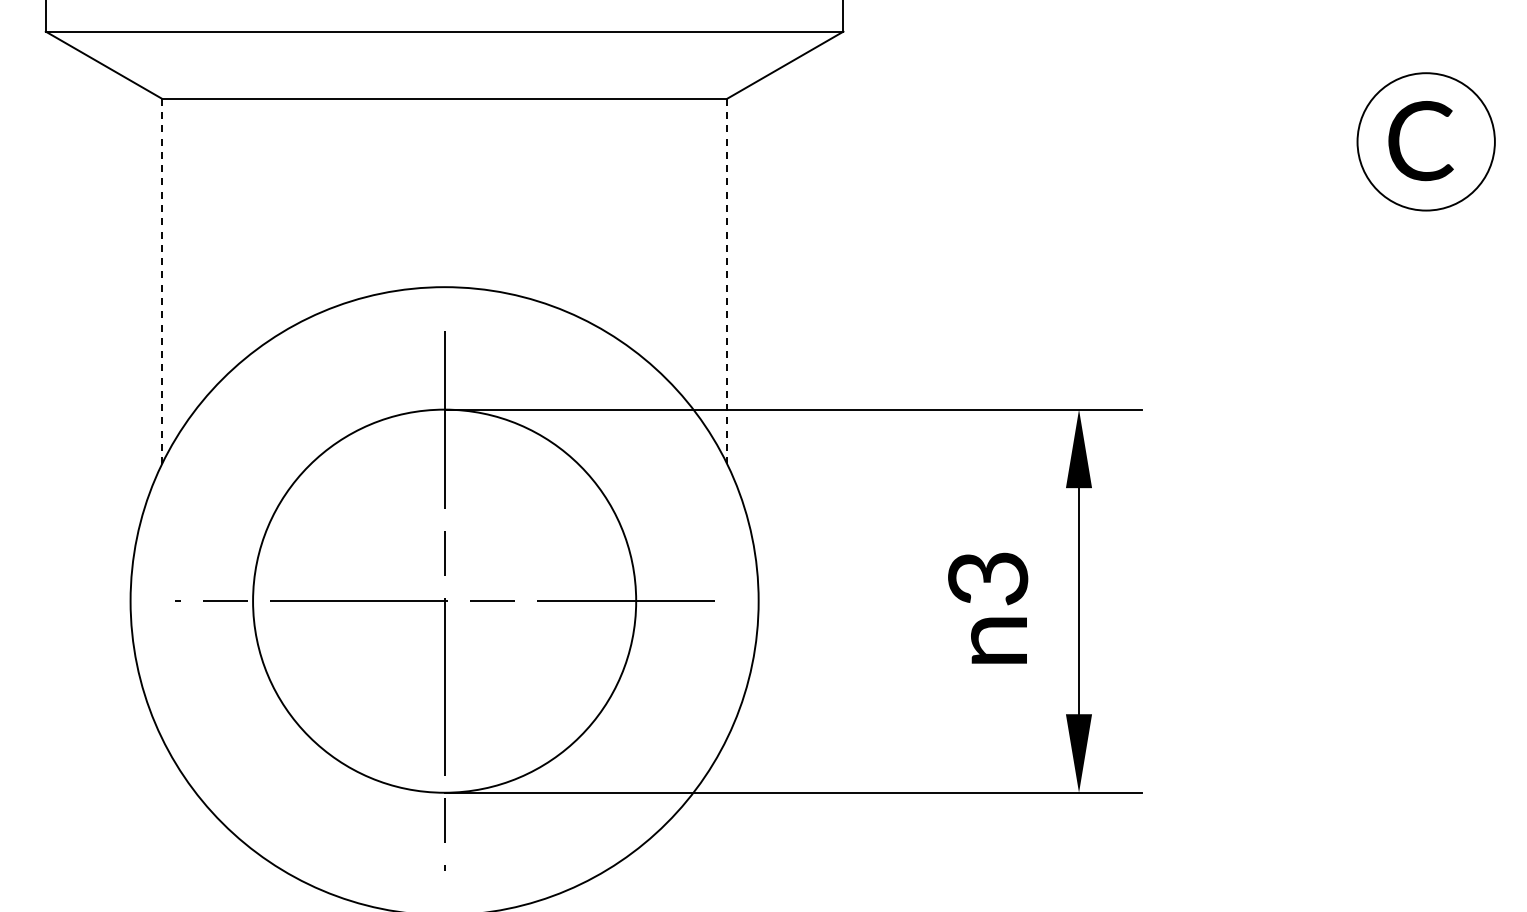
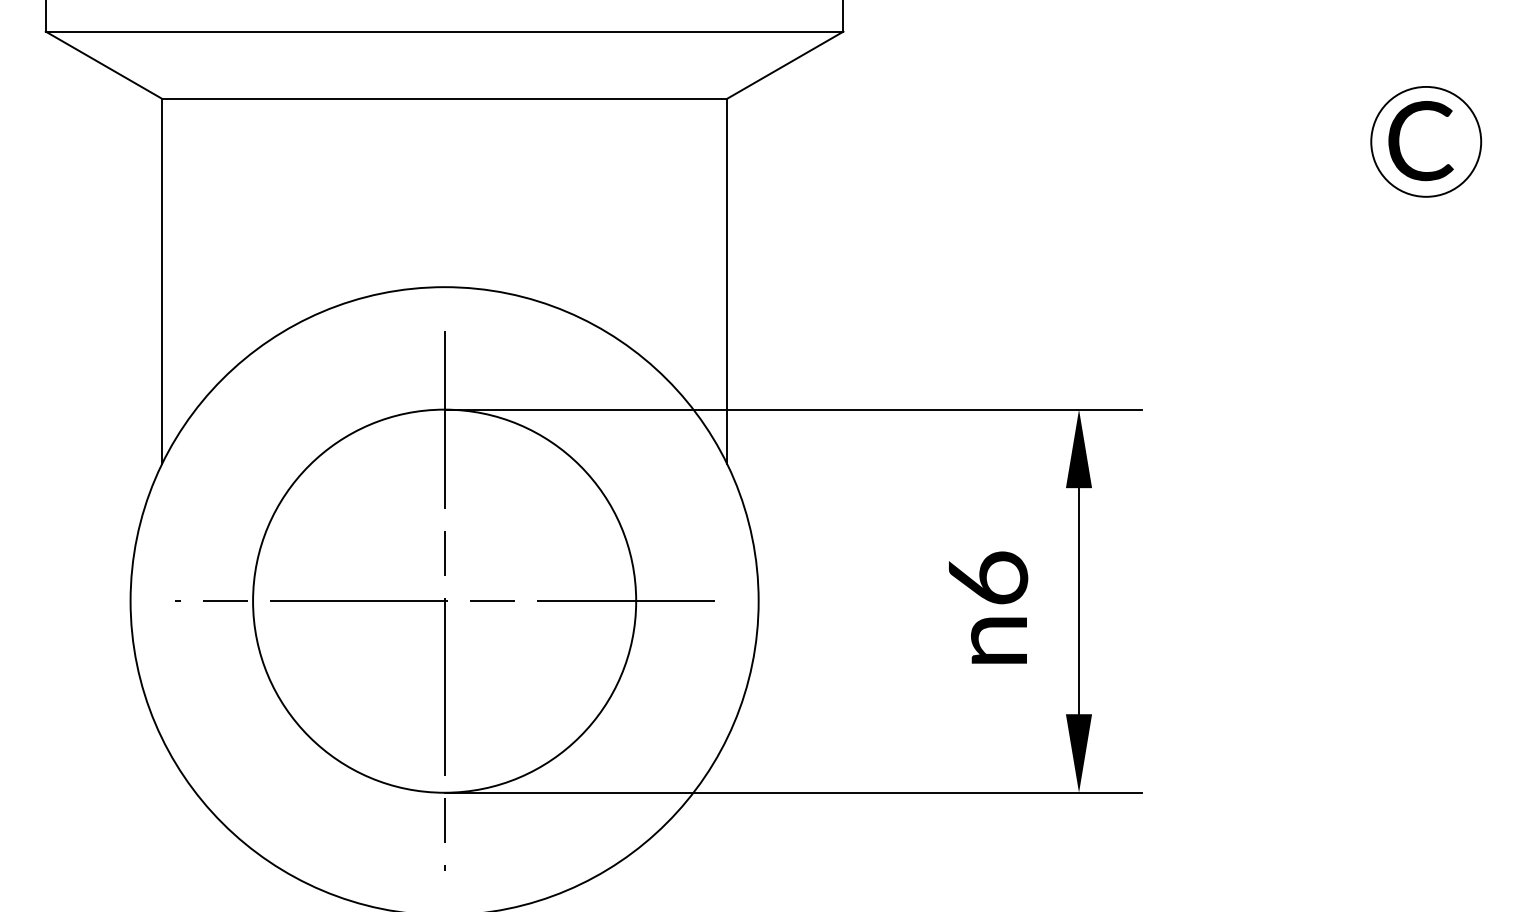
circle at (1425, 141) diameter: 137 px -> 110 px
line at (162, 281): dashed -> solid
line at (727, 281): dashed -> solid
text at (988, 578): 3 -> 6
